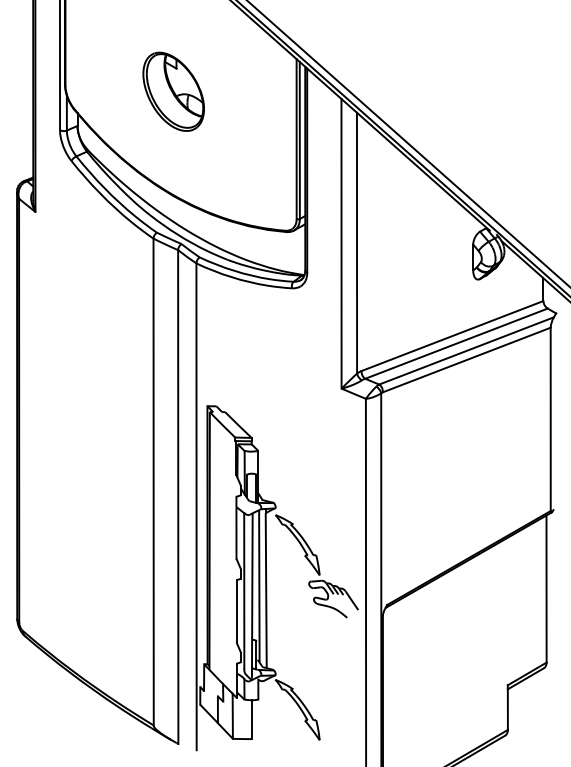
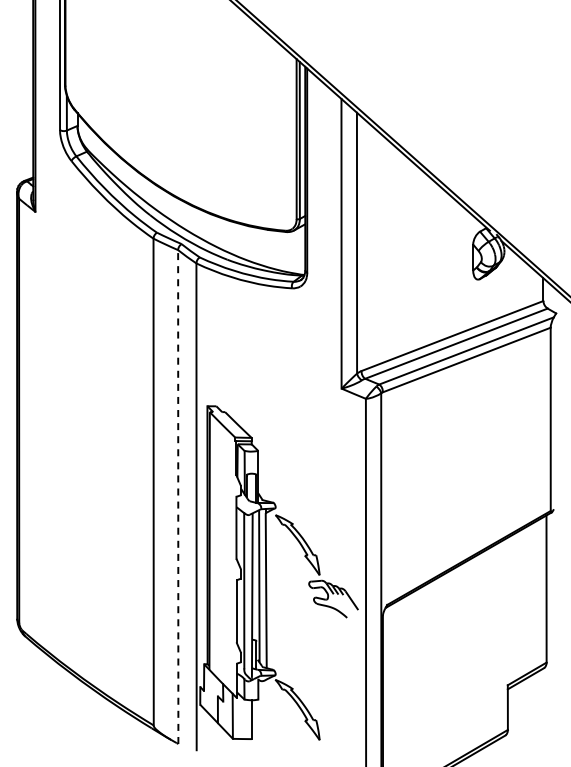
part at (173, 91): present -> none
line at (408, 143): present -> none
line at (178, 497): solid -> dashed
